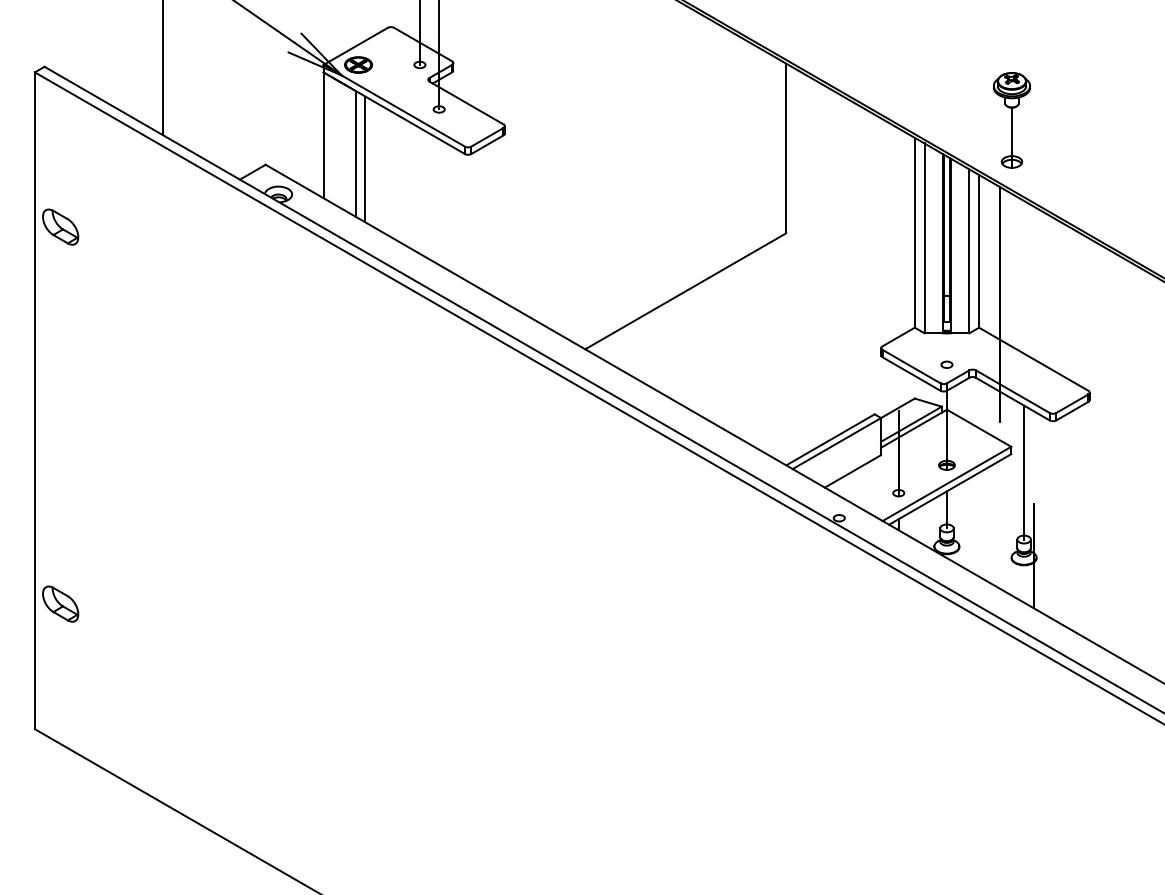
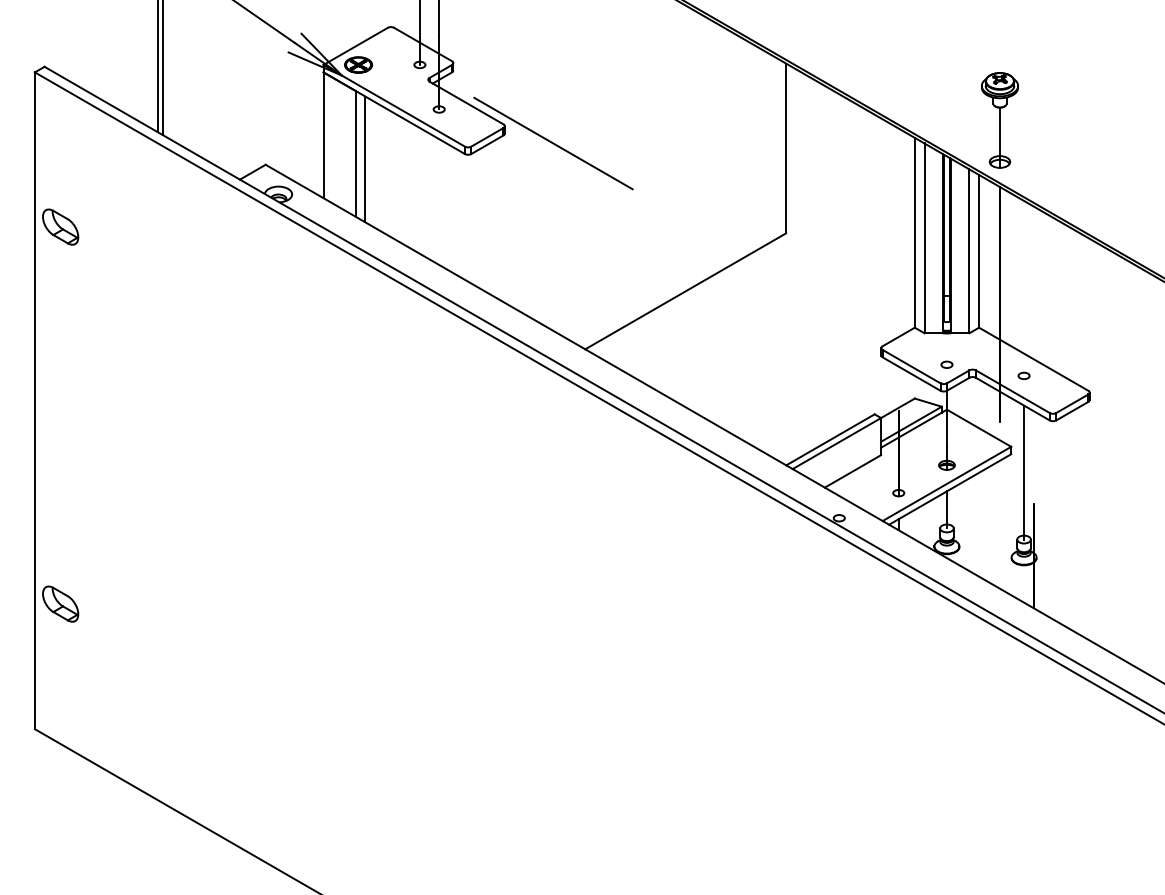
line at (157, 67): none -> present
part at (1012, 120) position: (1012, 120) -> (1000, 120)
line at (553, 143): none -> present
part at (1023, 375): none -> present
